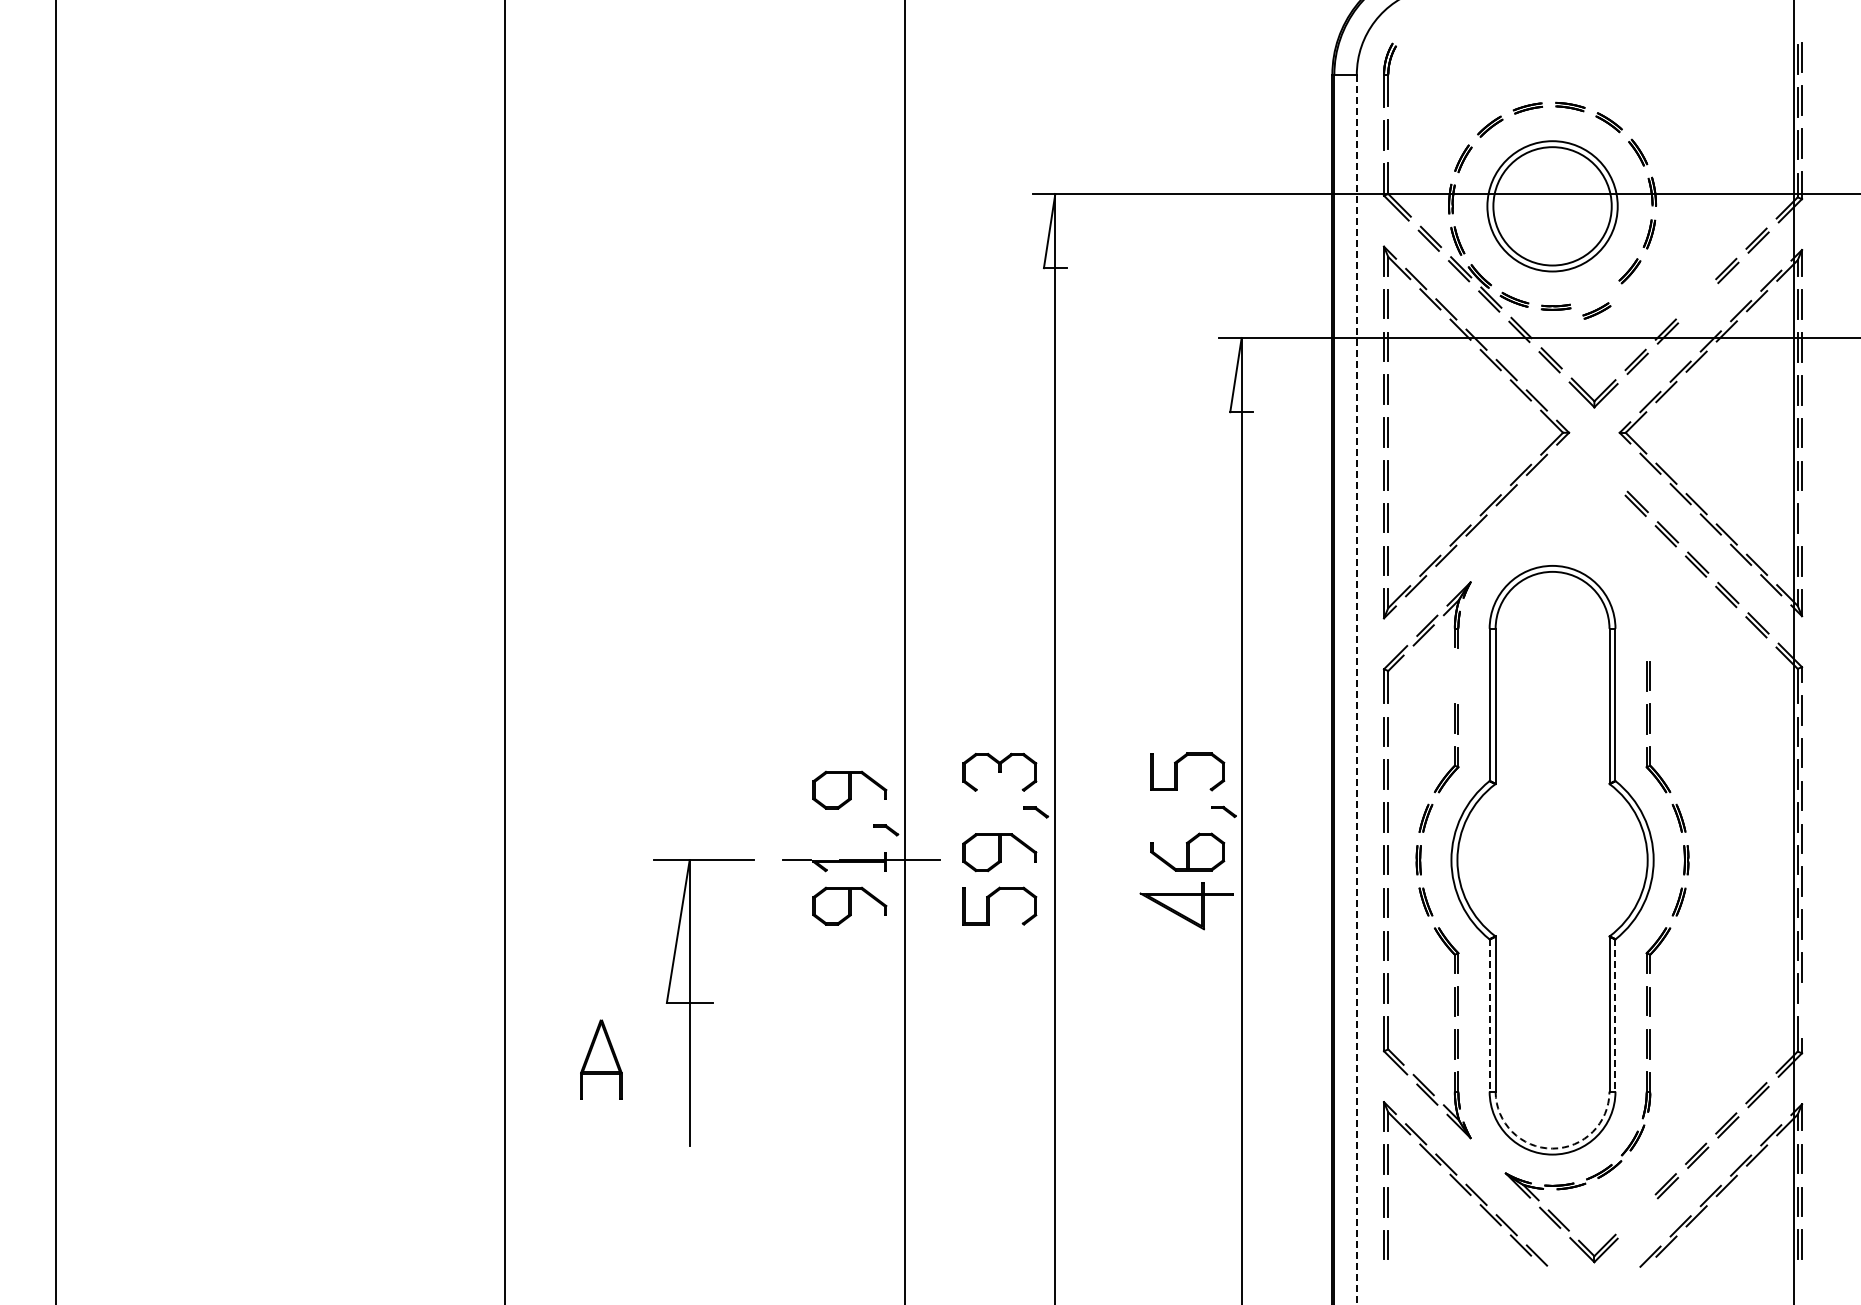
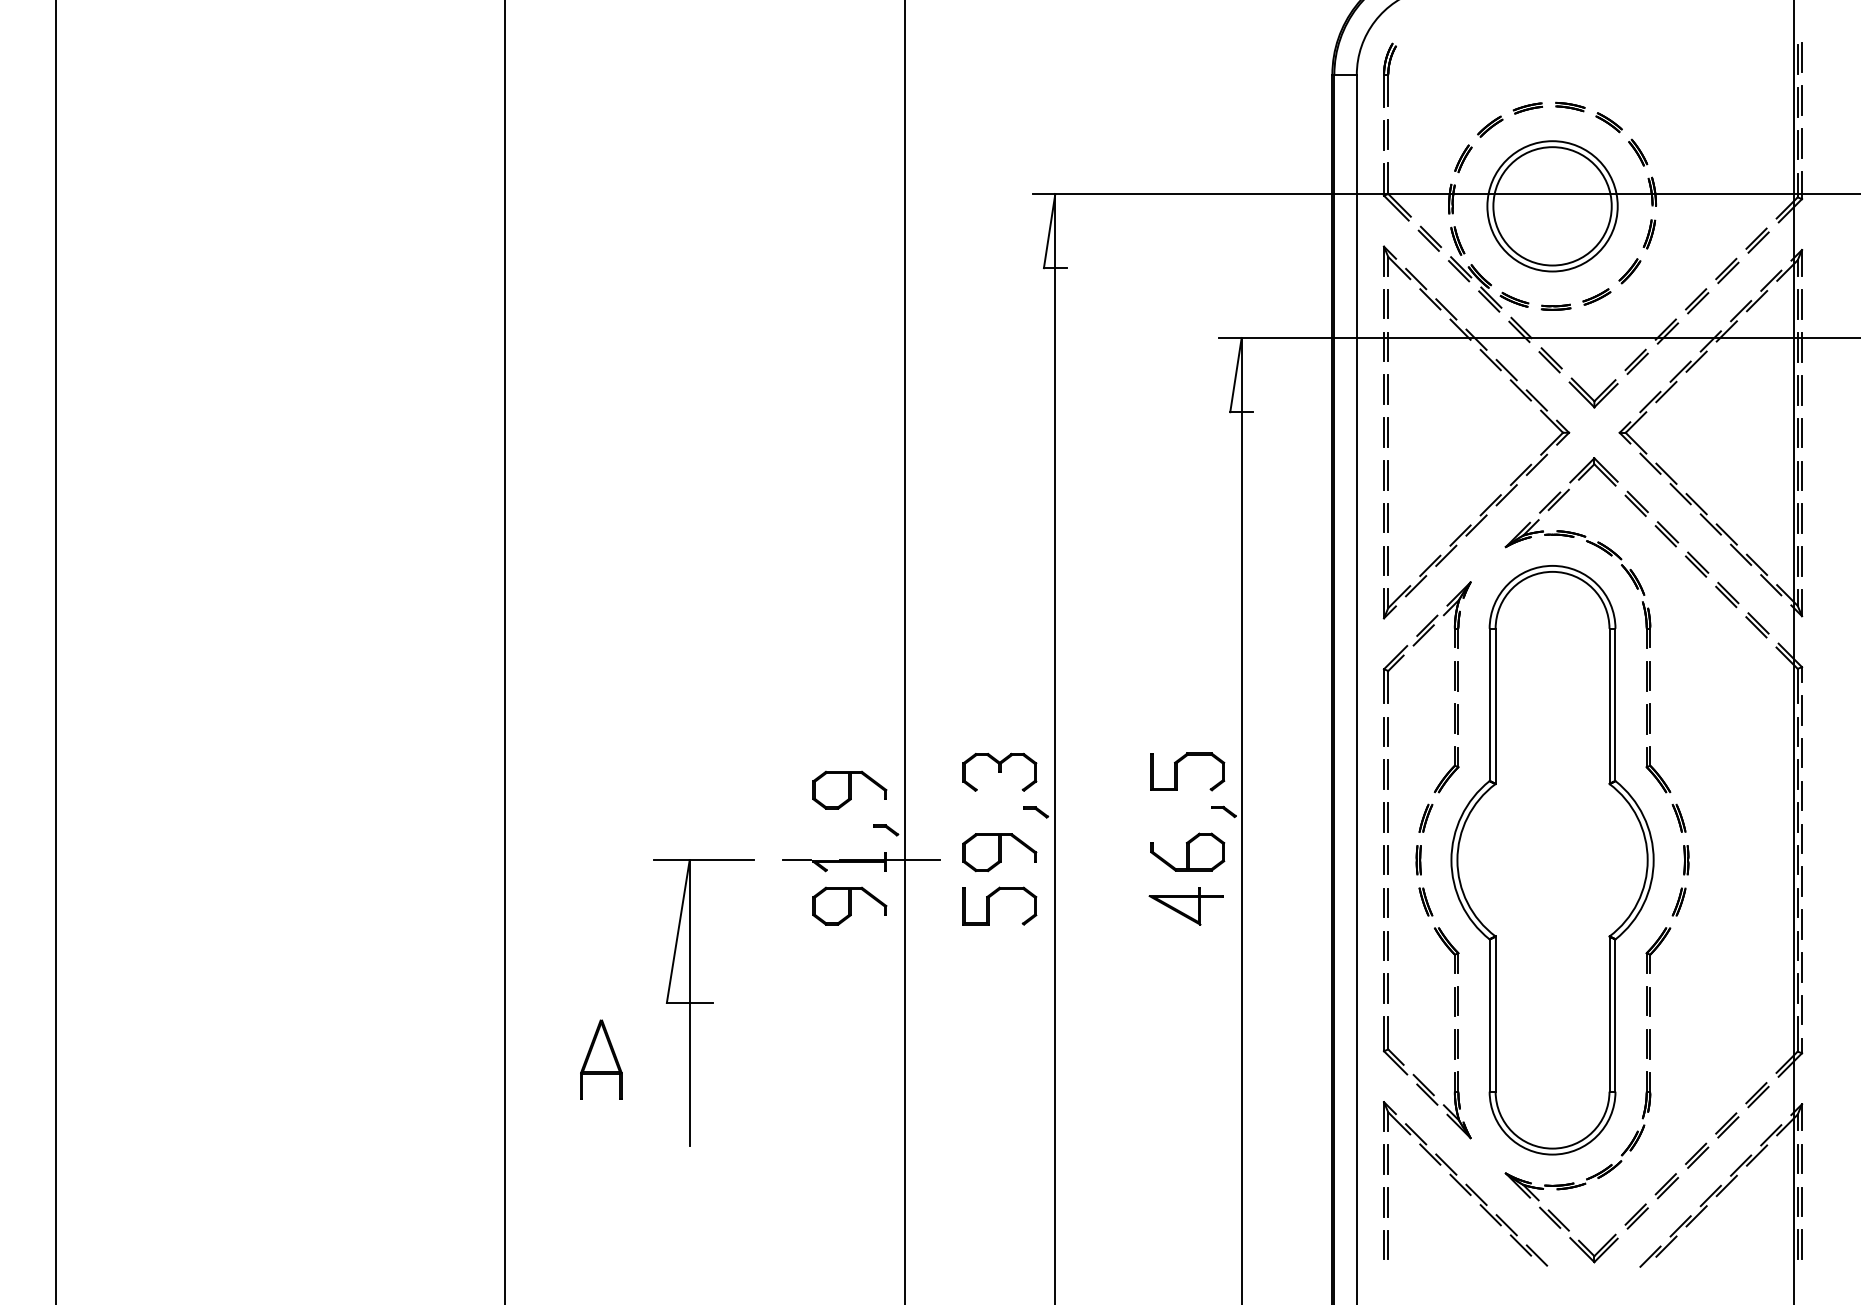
part at (1697, 301): none -> present
part at (1596, 310) position: (1596, 310) -> (1596, 296)
line at (1801, 518): none -> present
part at (1587, 542): none -> present
line at (1455, 676): none -> present
line at (1356, 689): dashed -> solid
part at (1186, 906) size: 95x49 px -> 76x39 px
line at (1801, 1009): none -> present
line at (1489, 1016): dashed -> solid
line at (1615, 1016): dashed -> solid
arc at (1552, 1148): dashed -> solid
part at (1636, 1216): none -> present
